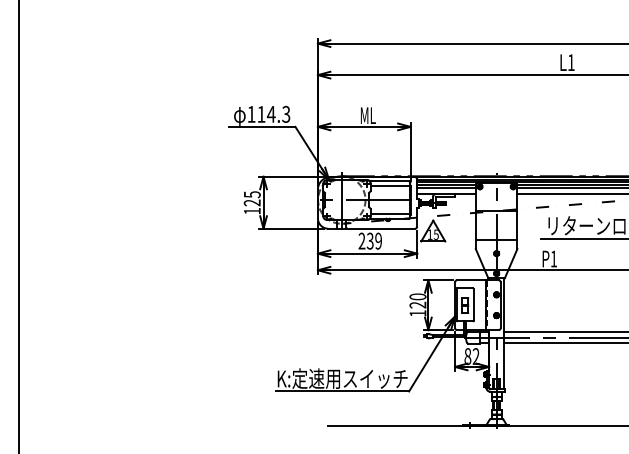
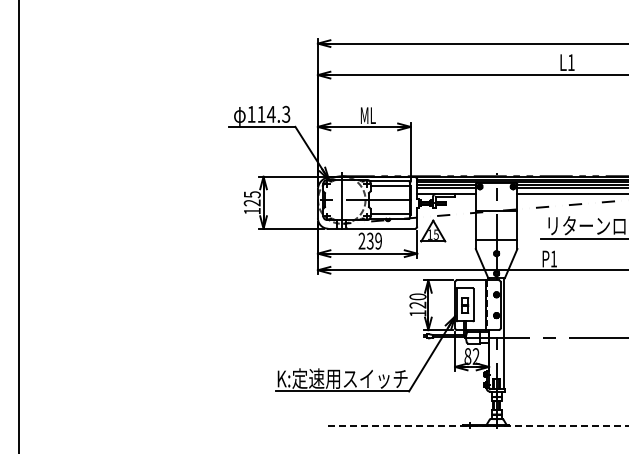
line at (564, 332): present -> none
line at (564, 343): present -> none
line at (478, 426): solid -> dashed
